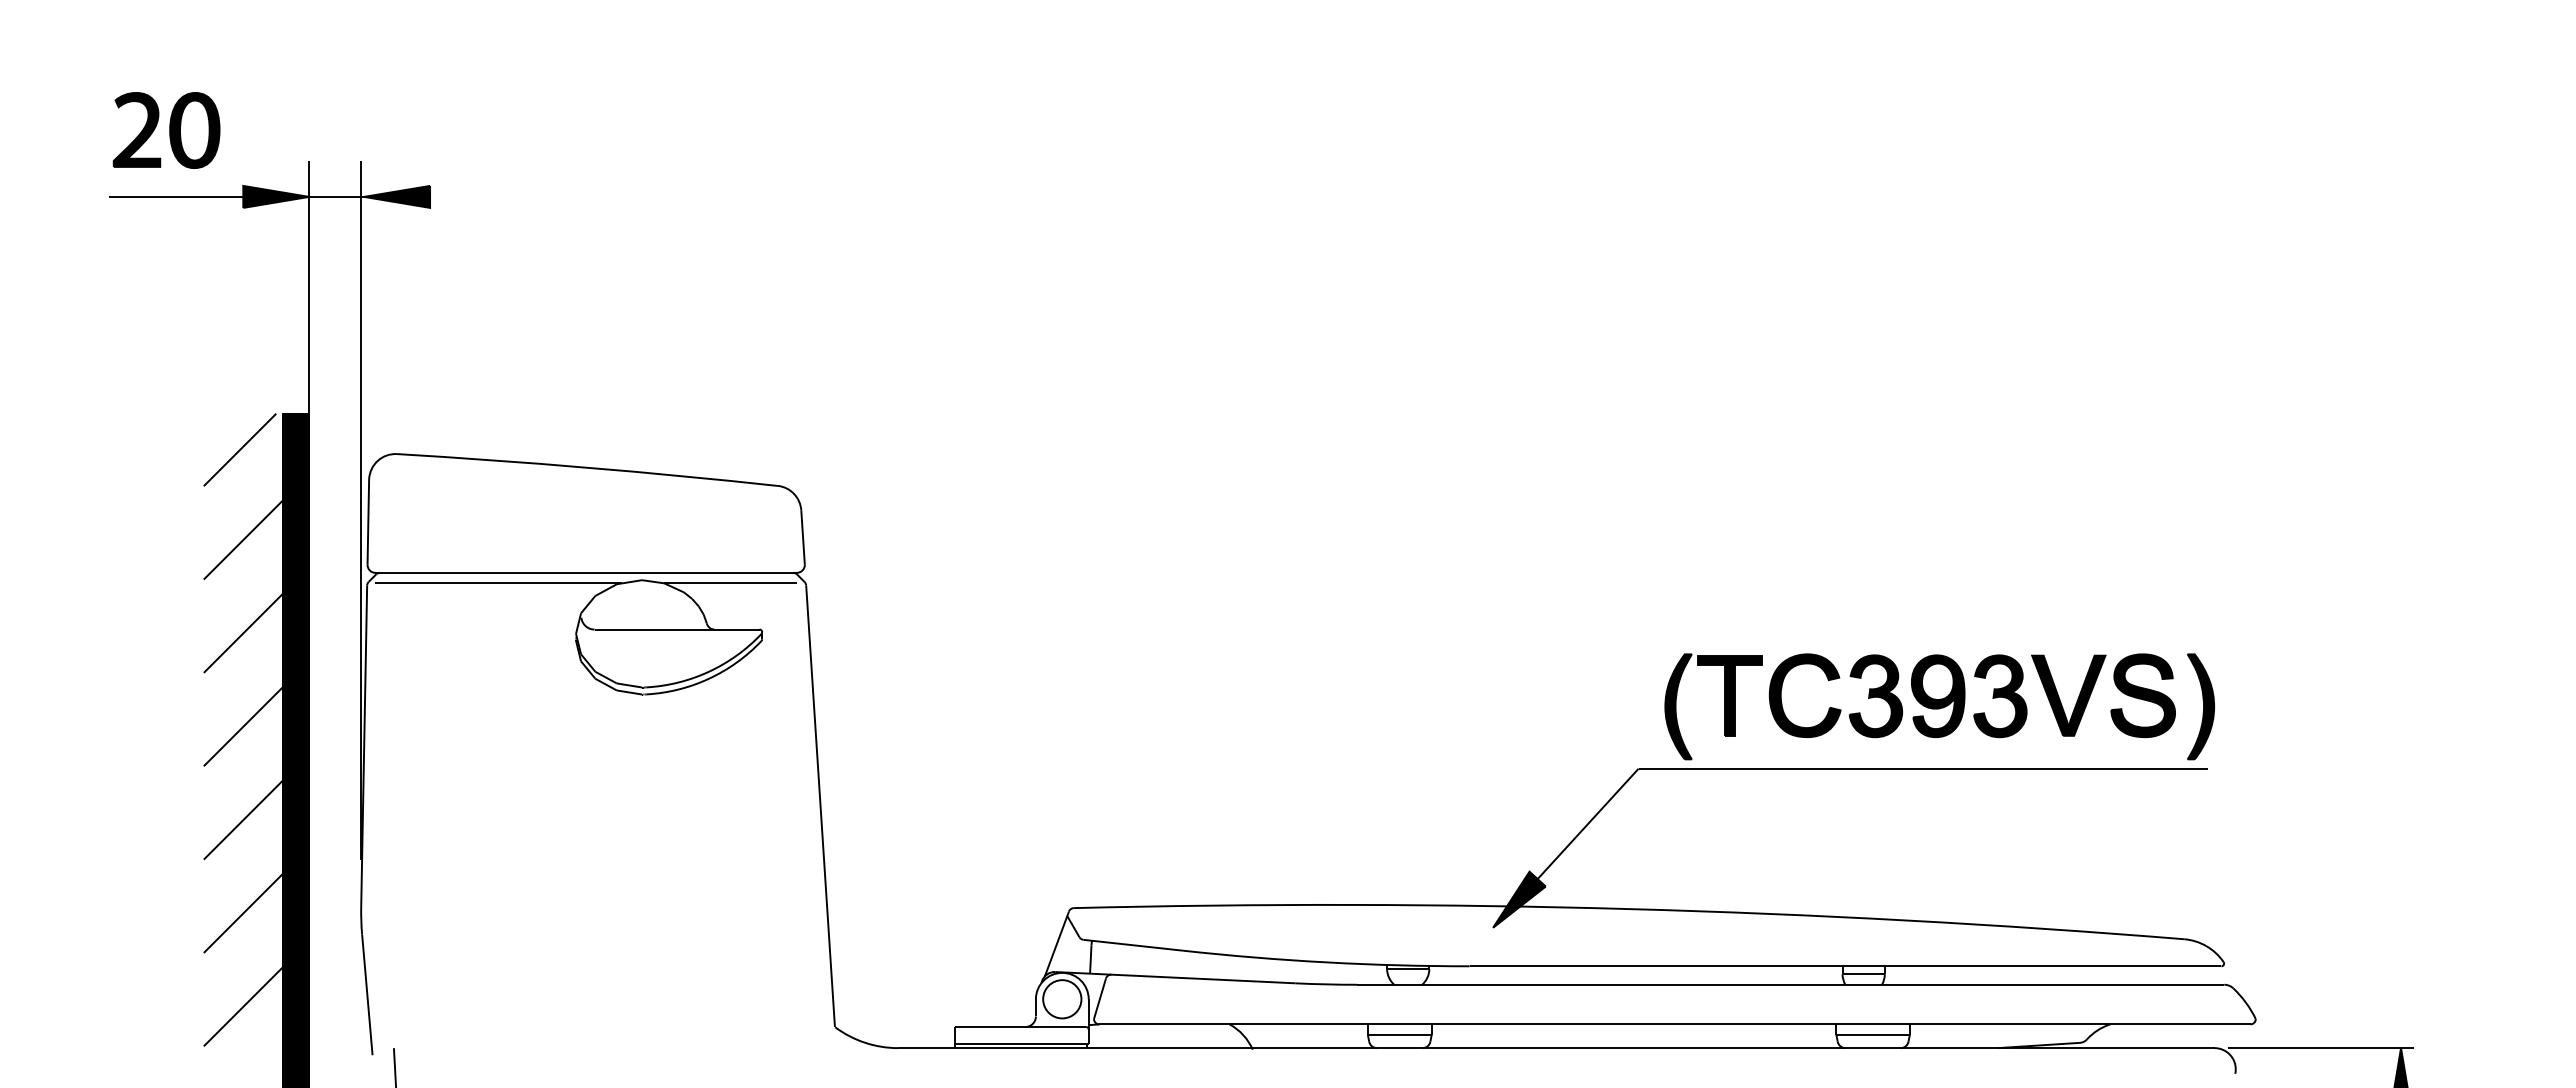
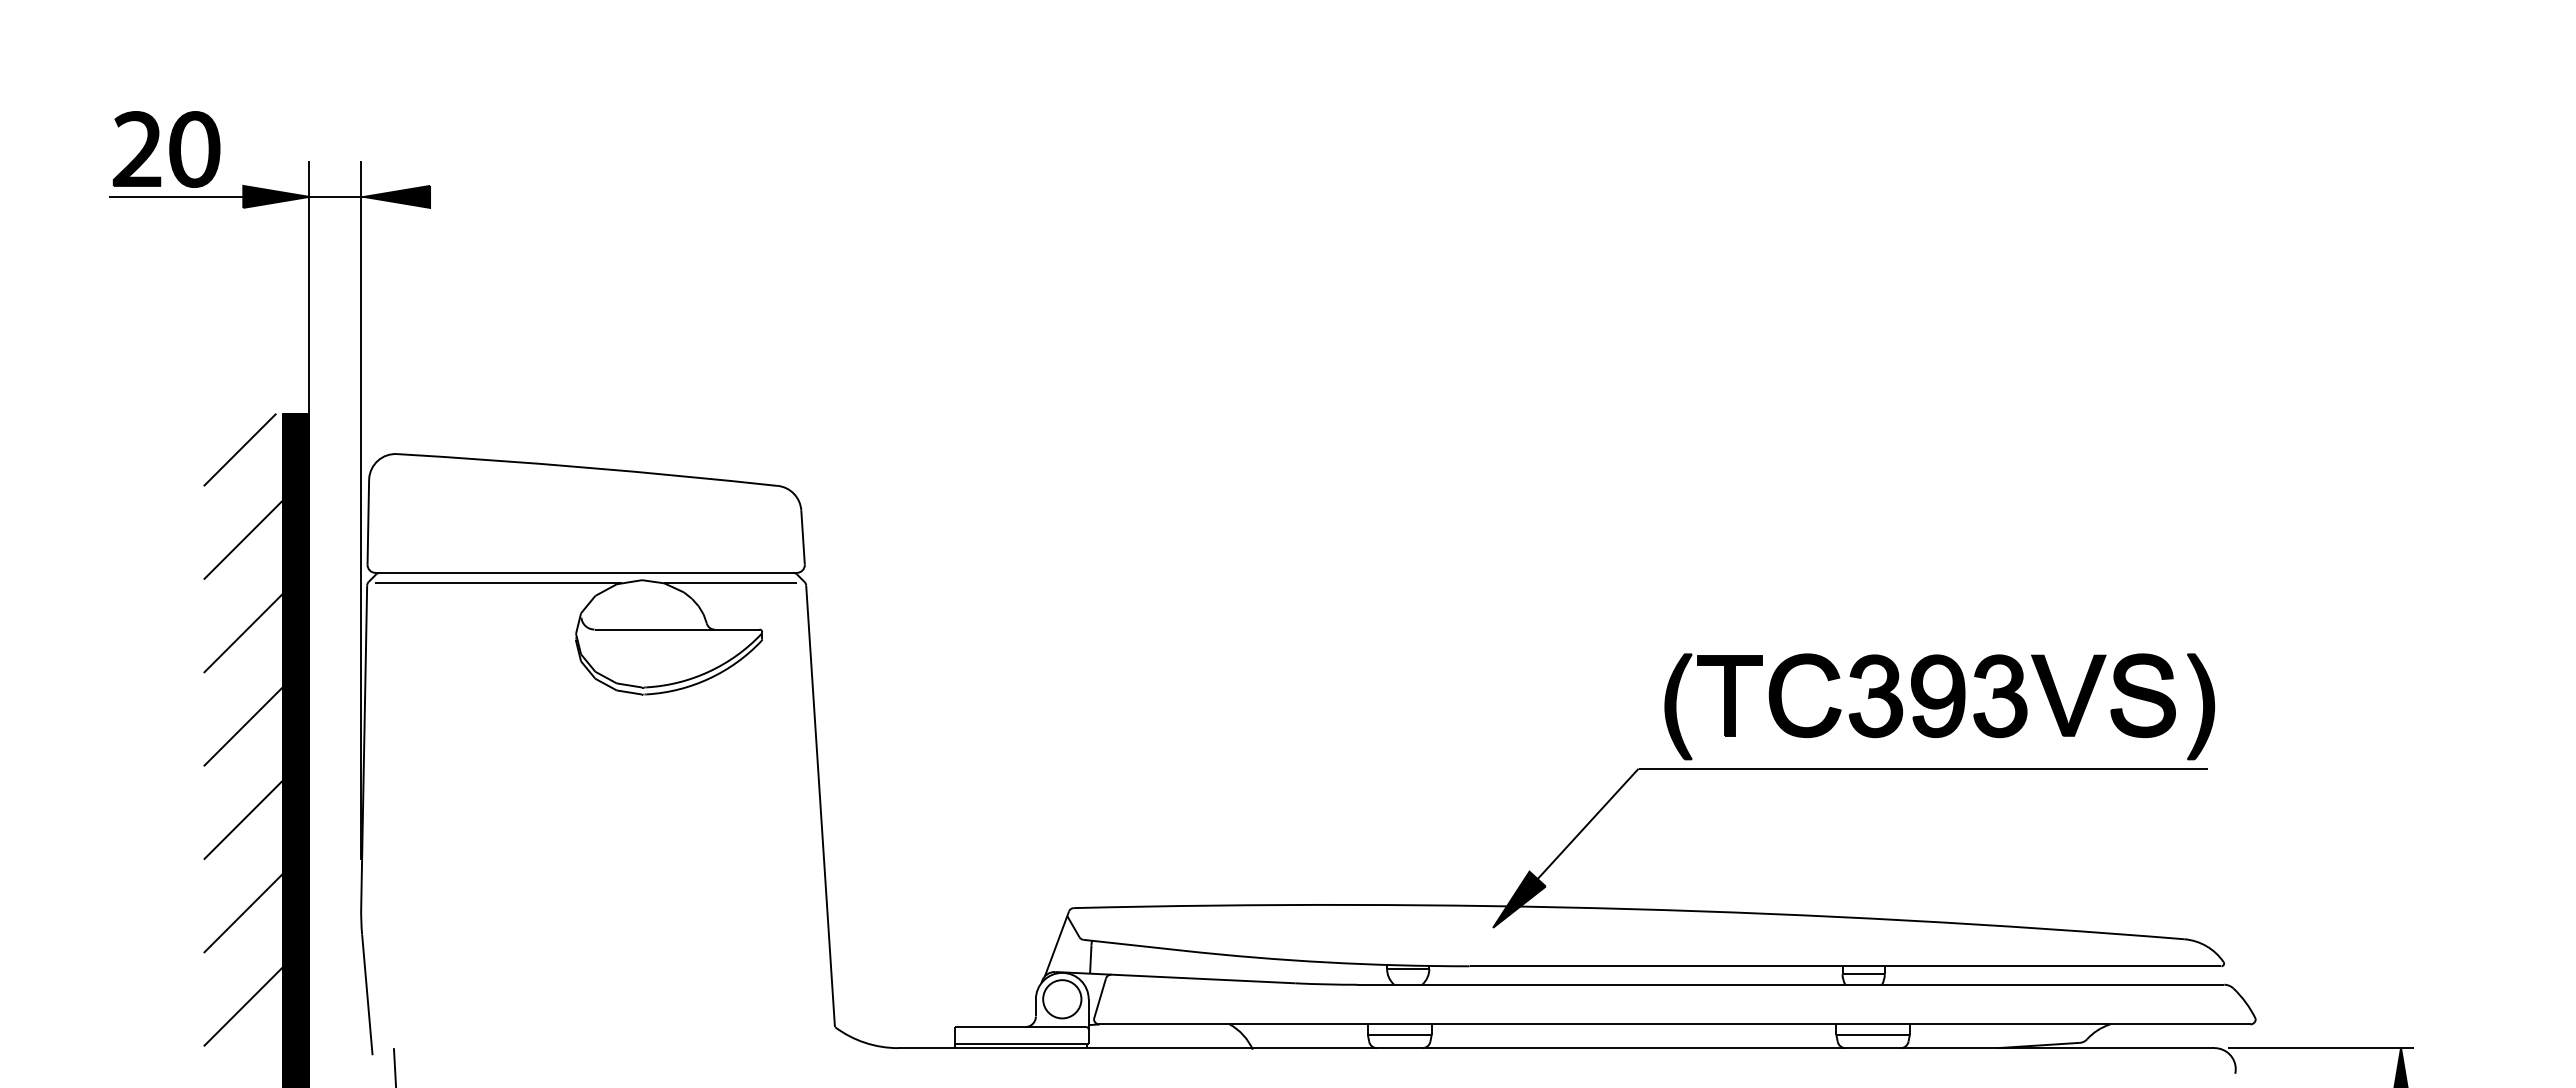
part at (166, 130) position: (166, 130) -> (166, 149)
